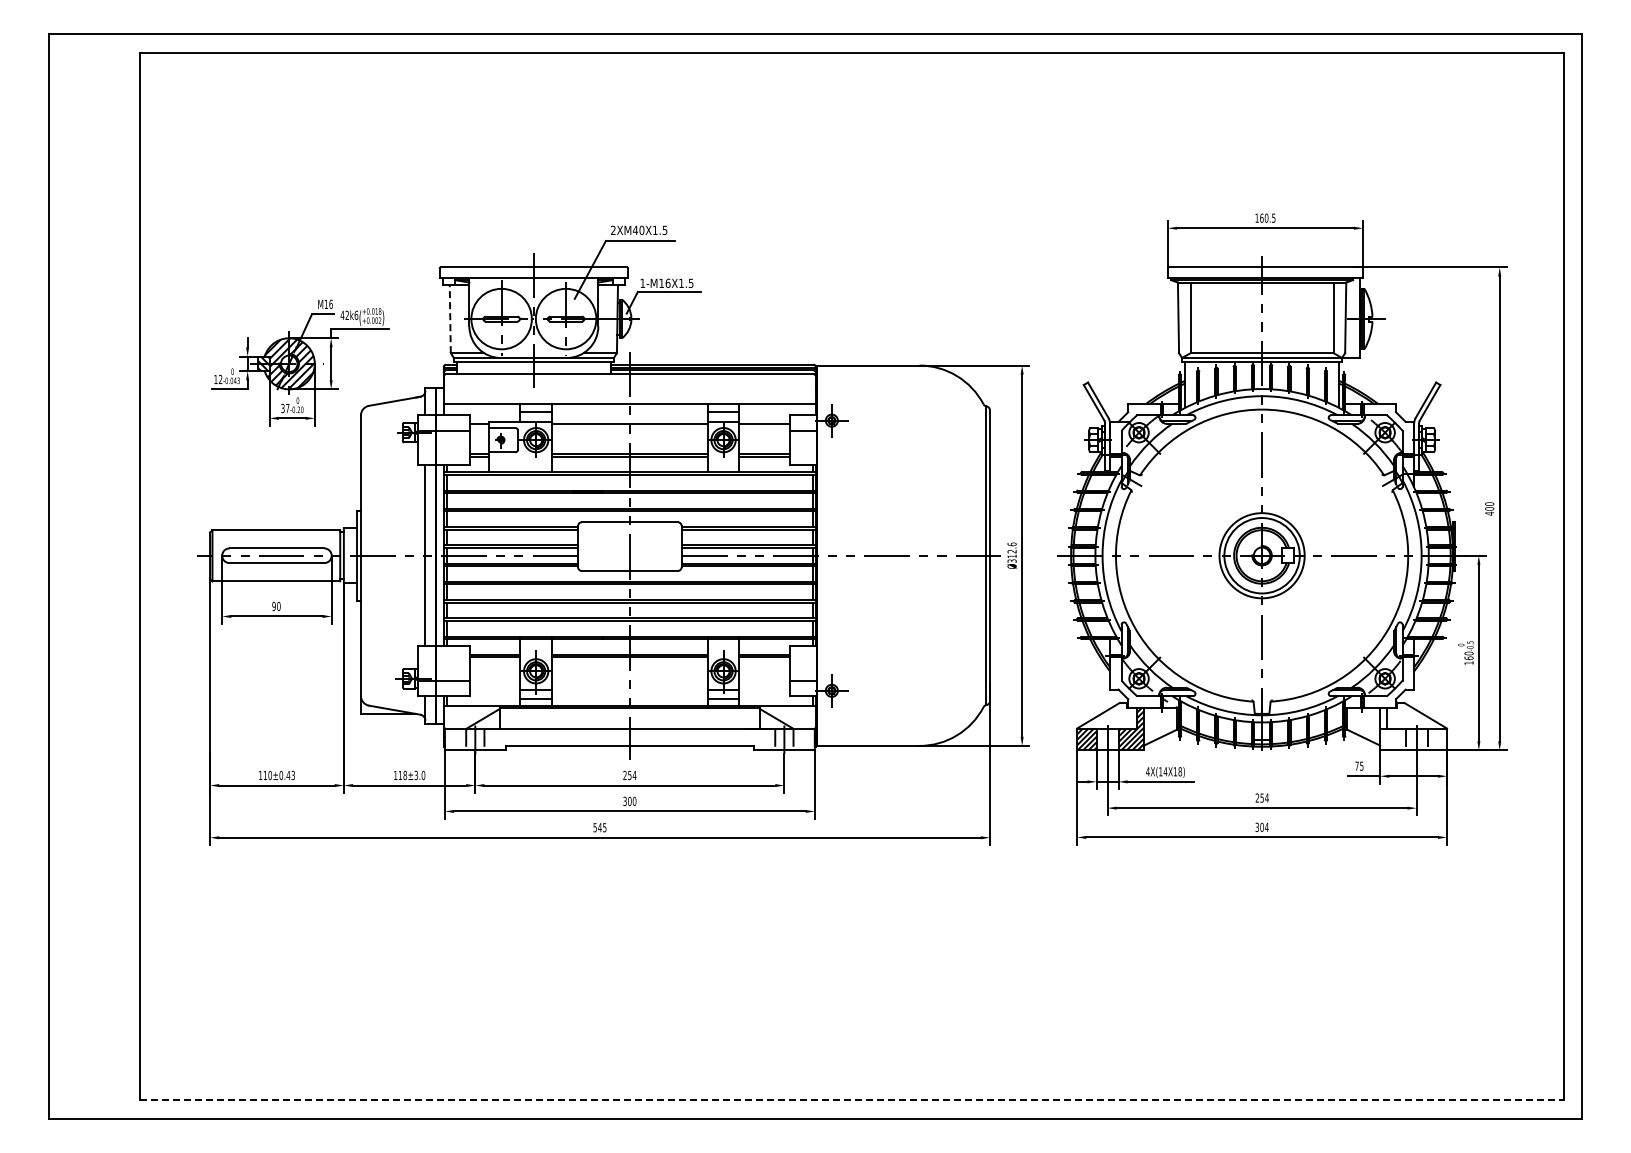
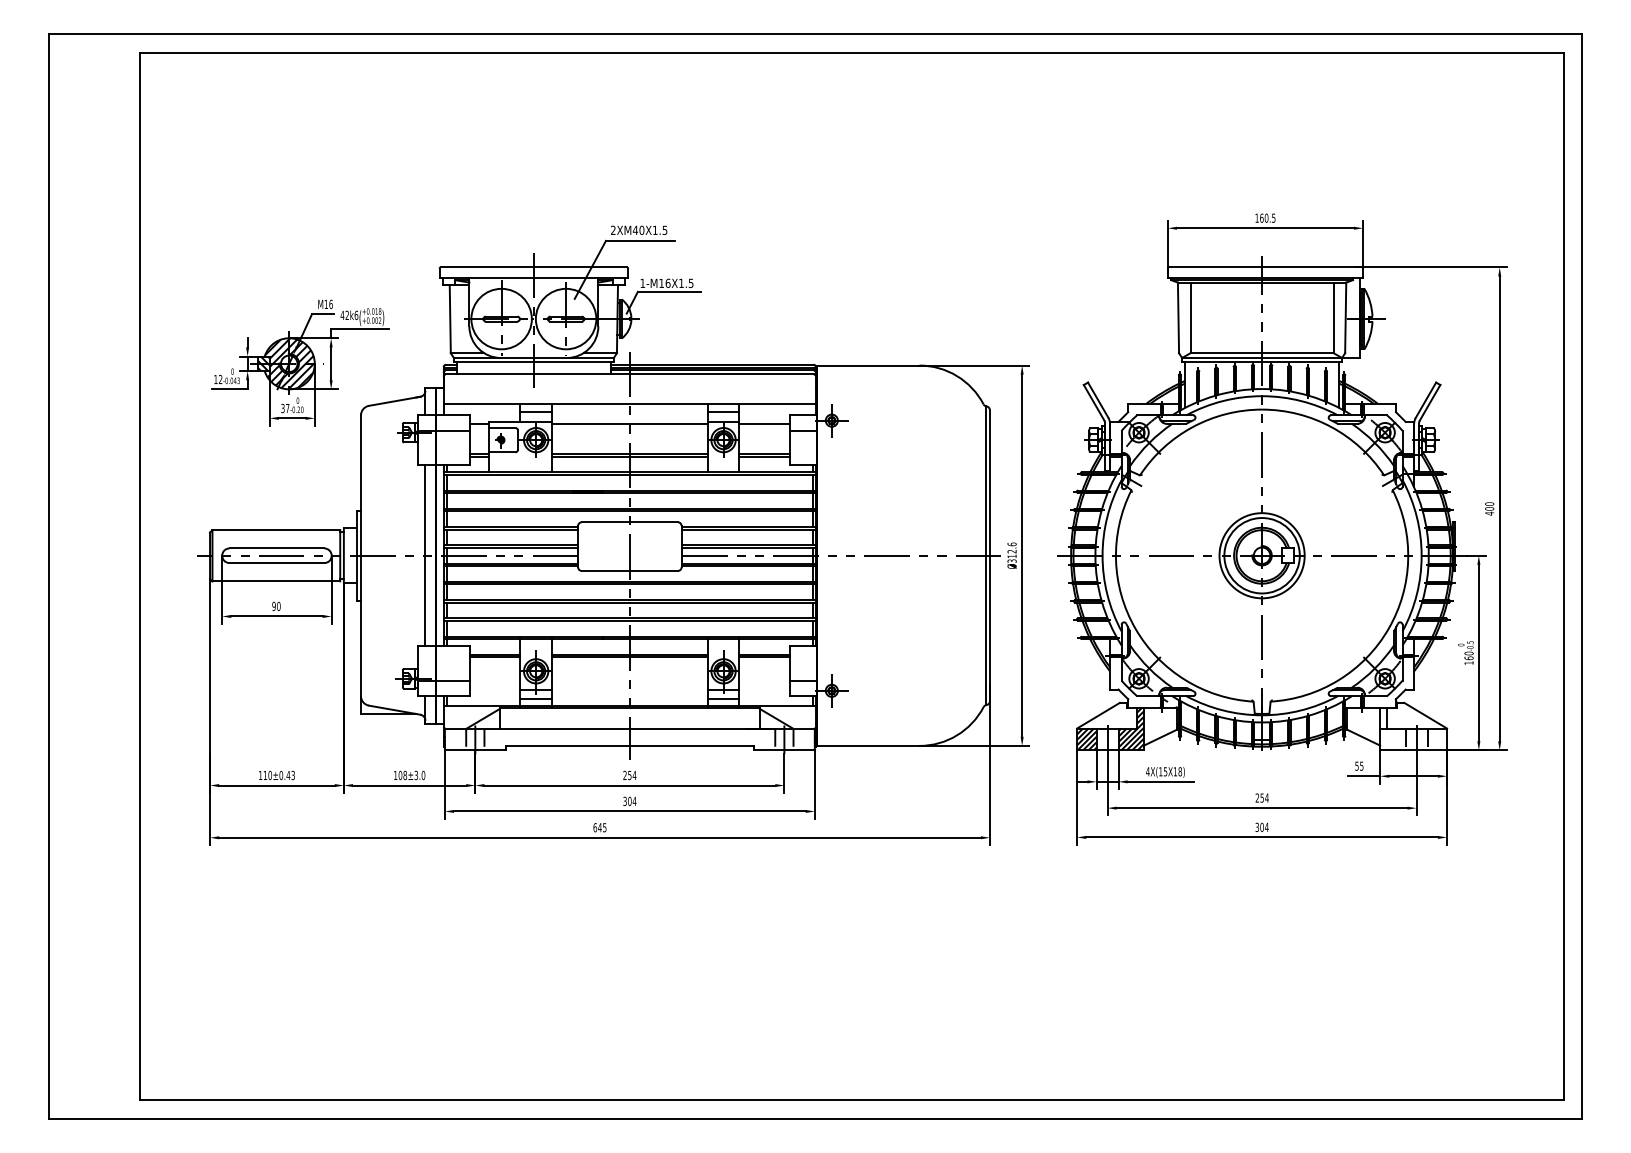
line at (450, 318): dashed -> solid
text at (1356, 765): 75 -> 55
text at (1165, 771): 4X(14X18) -> 4X(15X18)
text at (400, 775): 118 -> 108
text at (634, 801): 300 -> 304
text at (595, 827): 545 -> 645
line at (852, 1100): dashed -> solid
